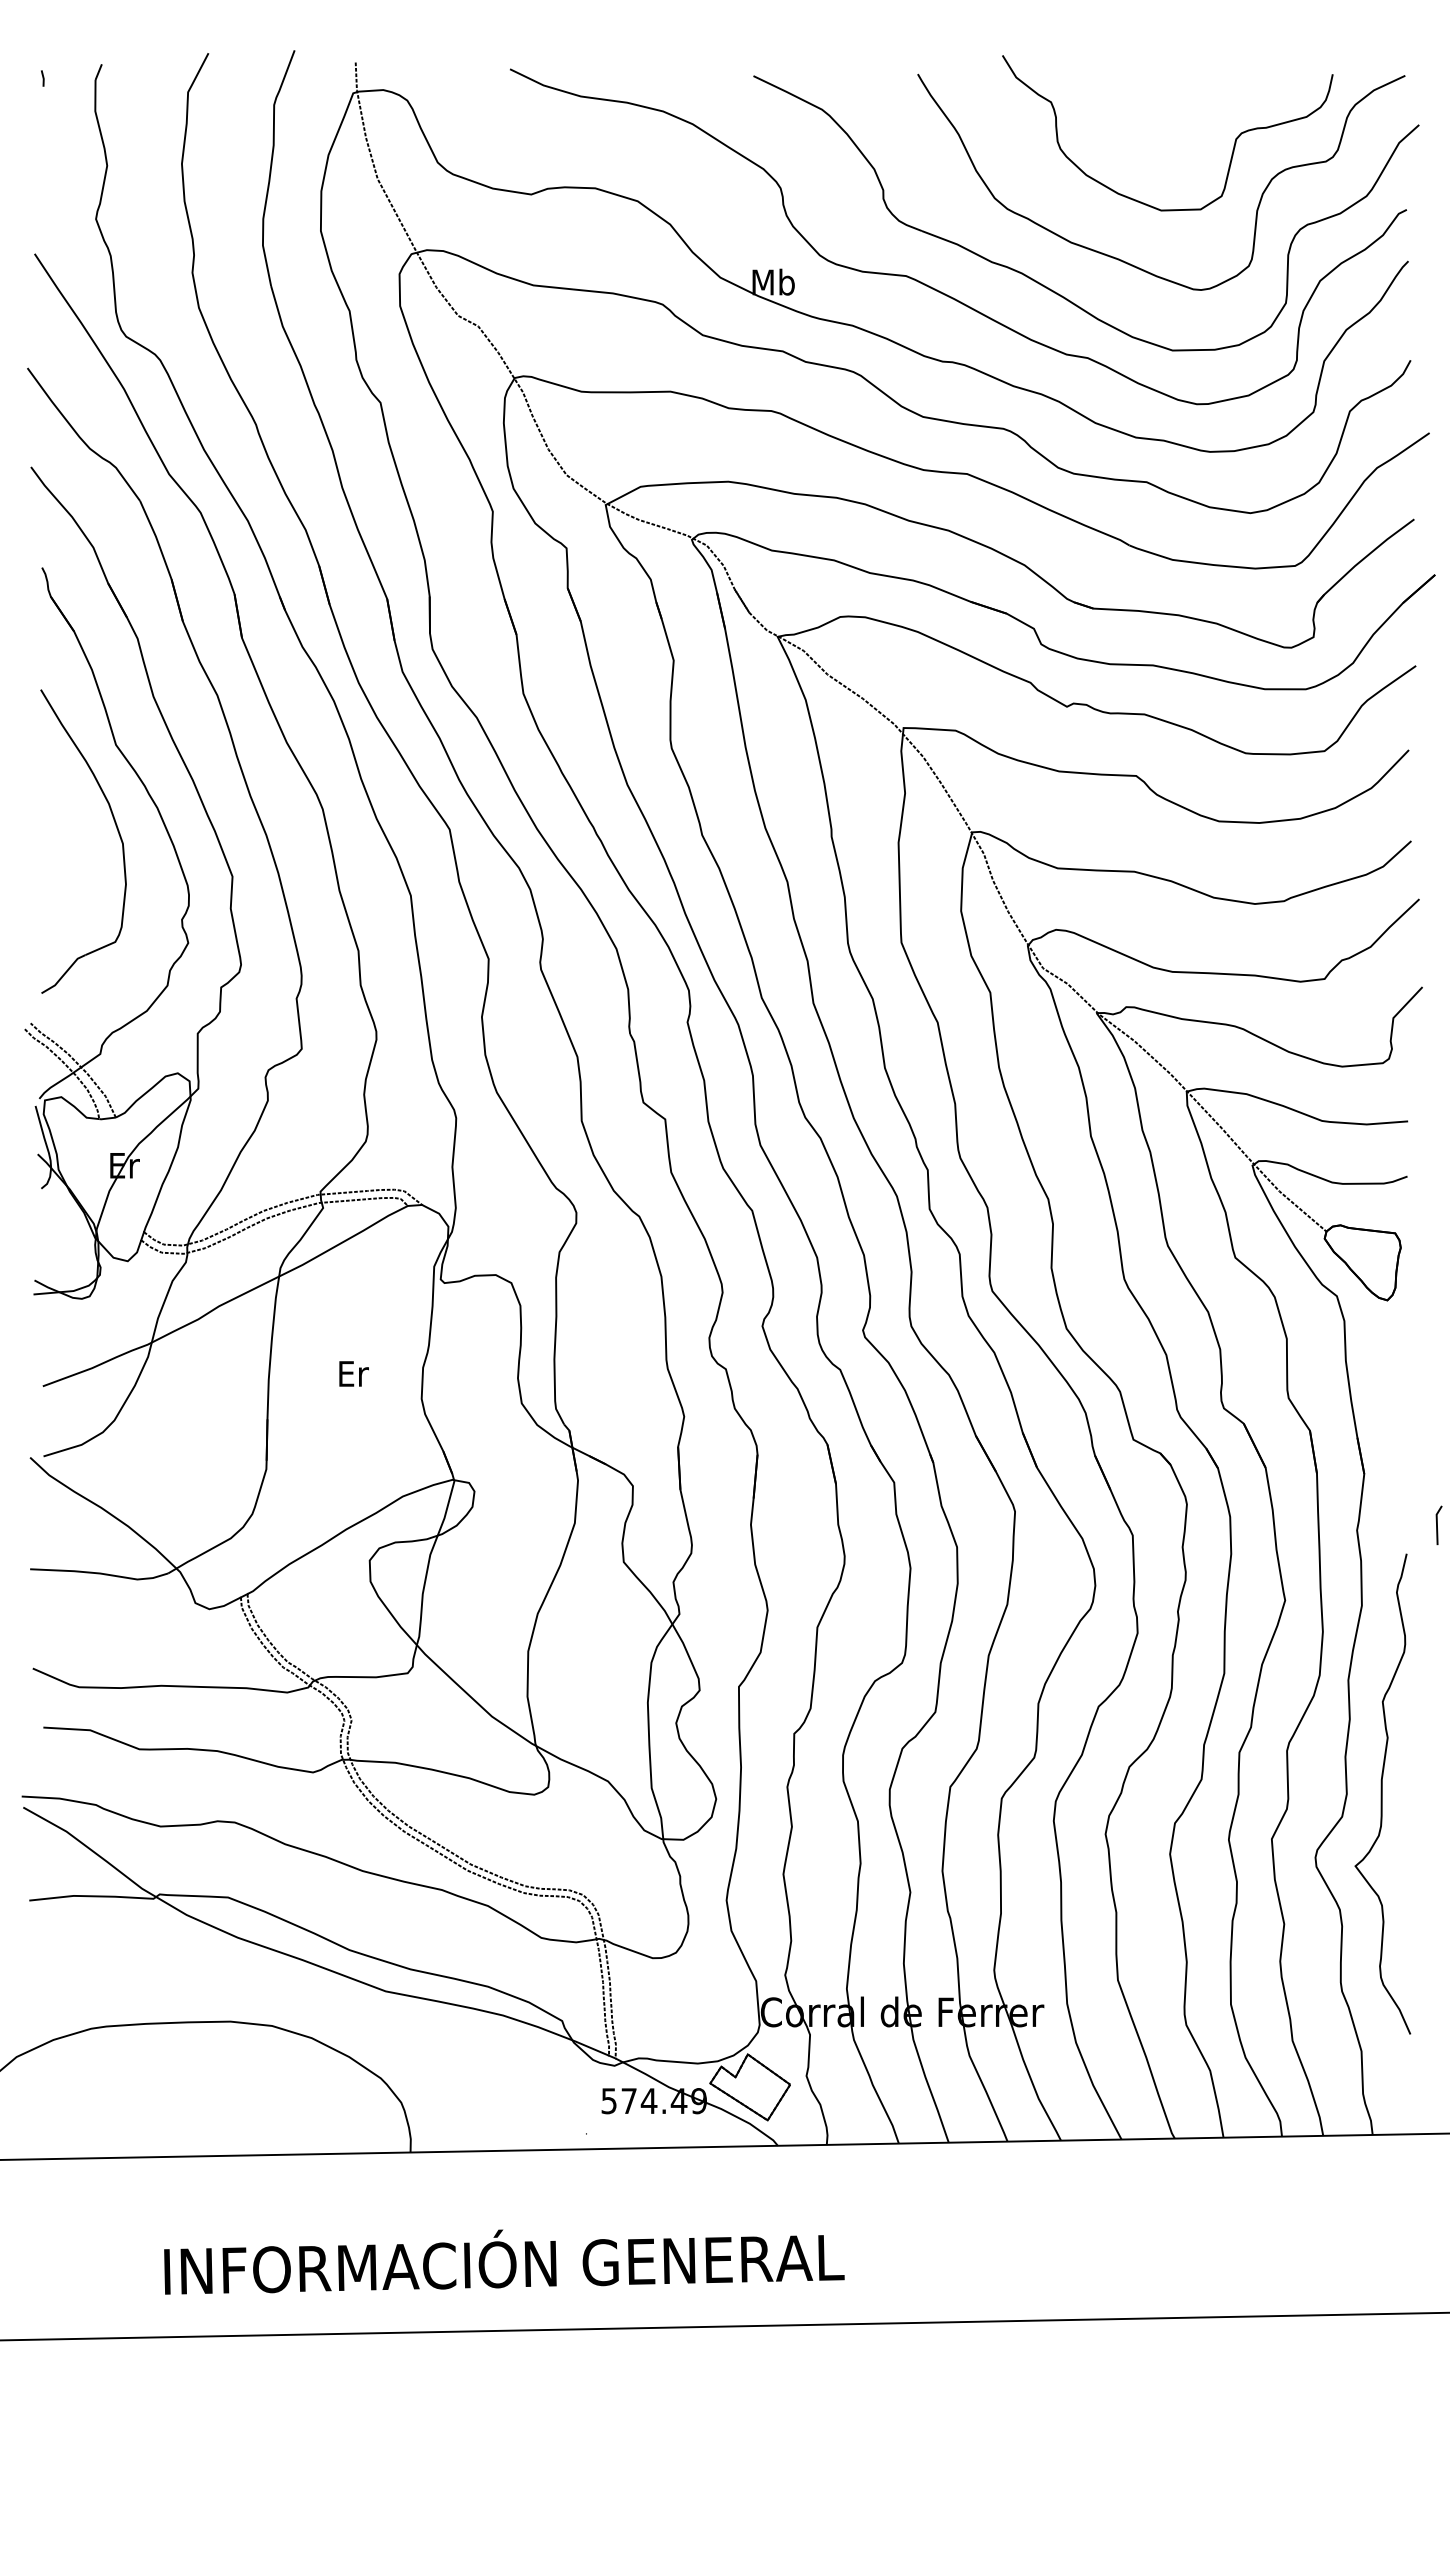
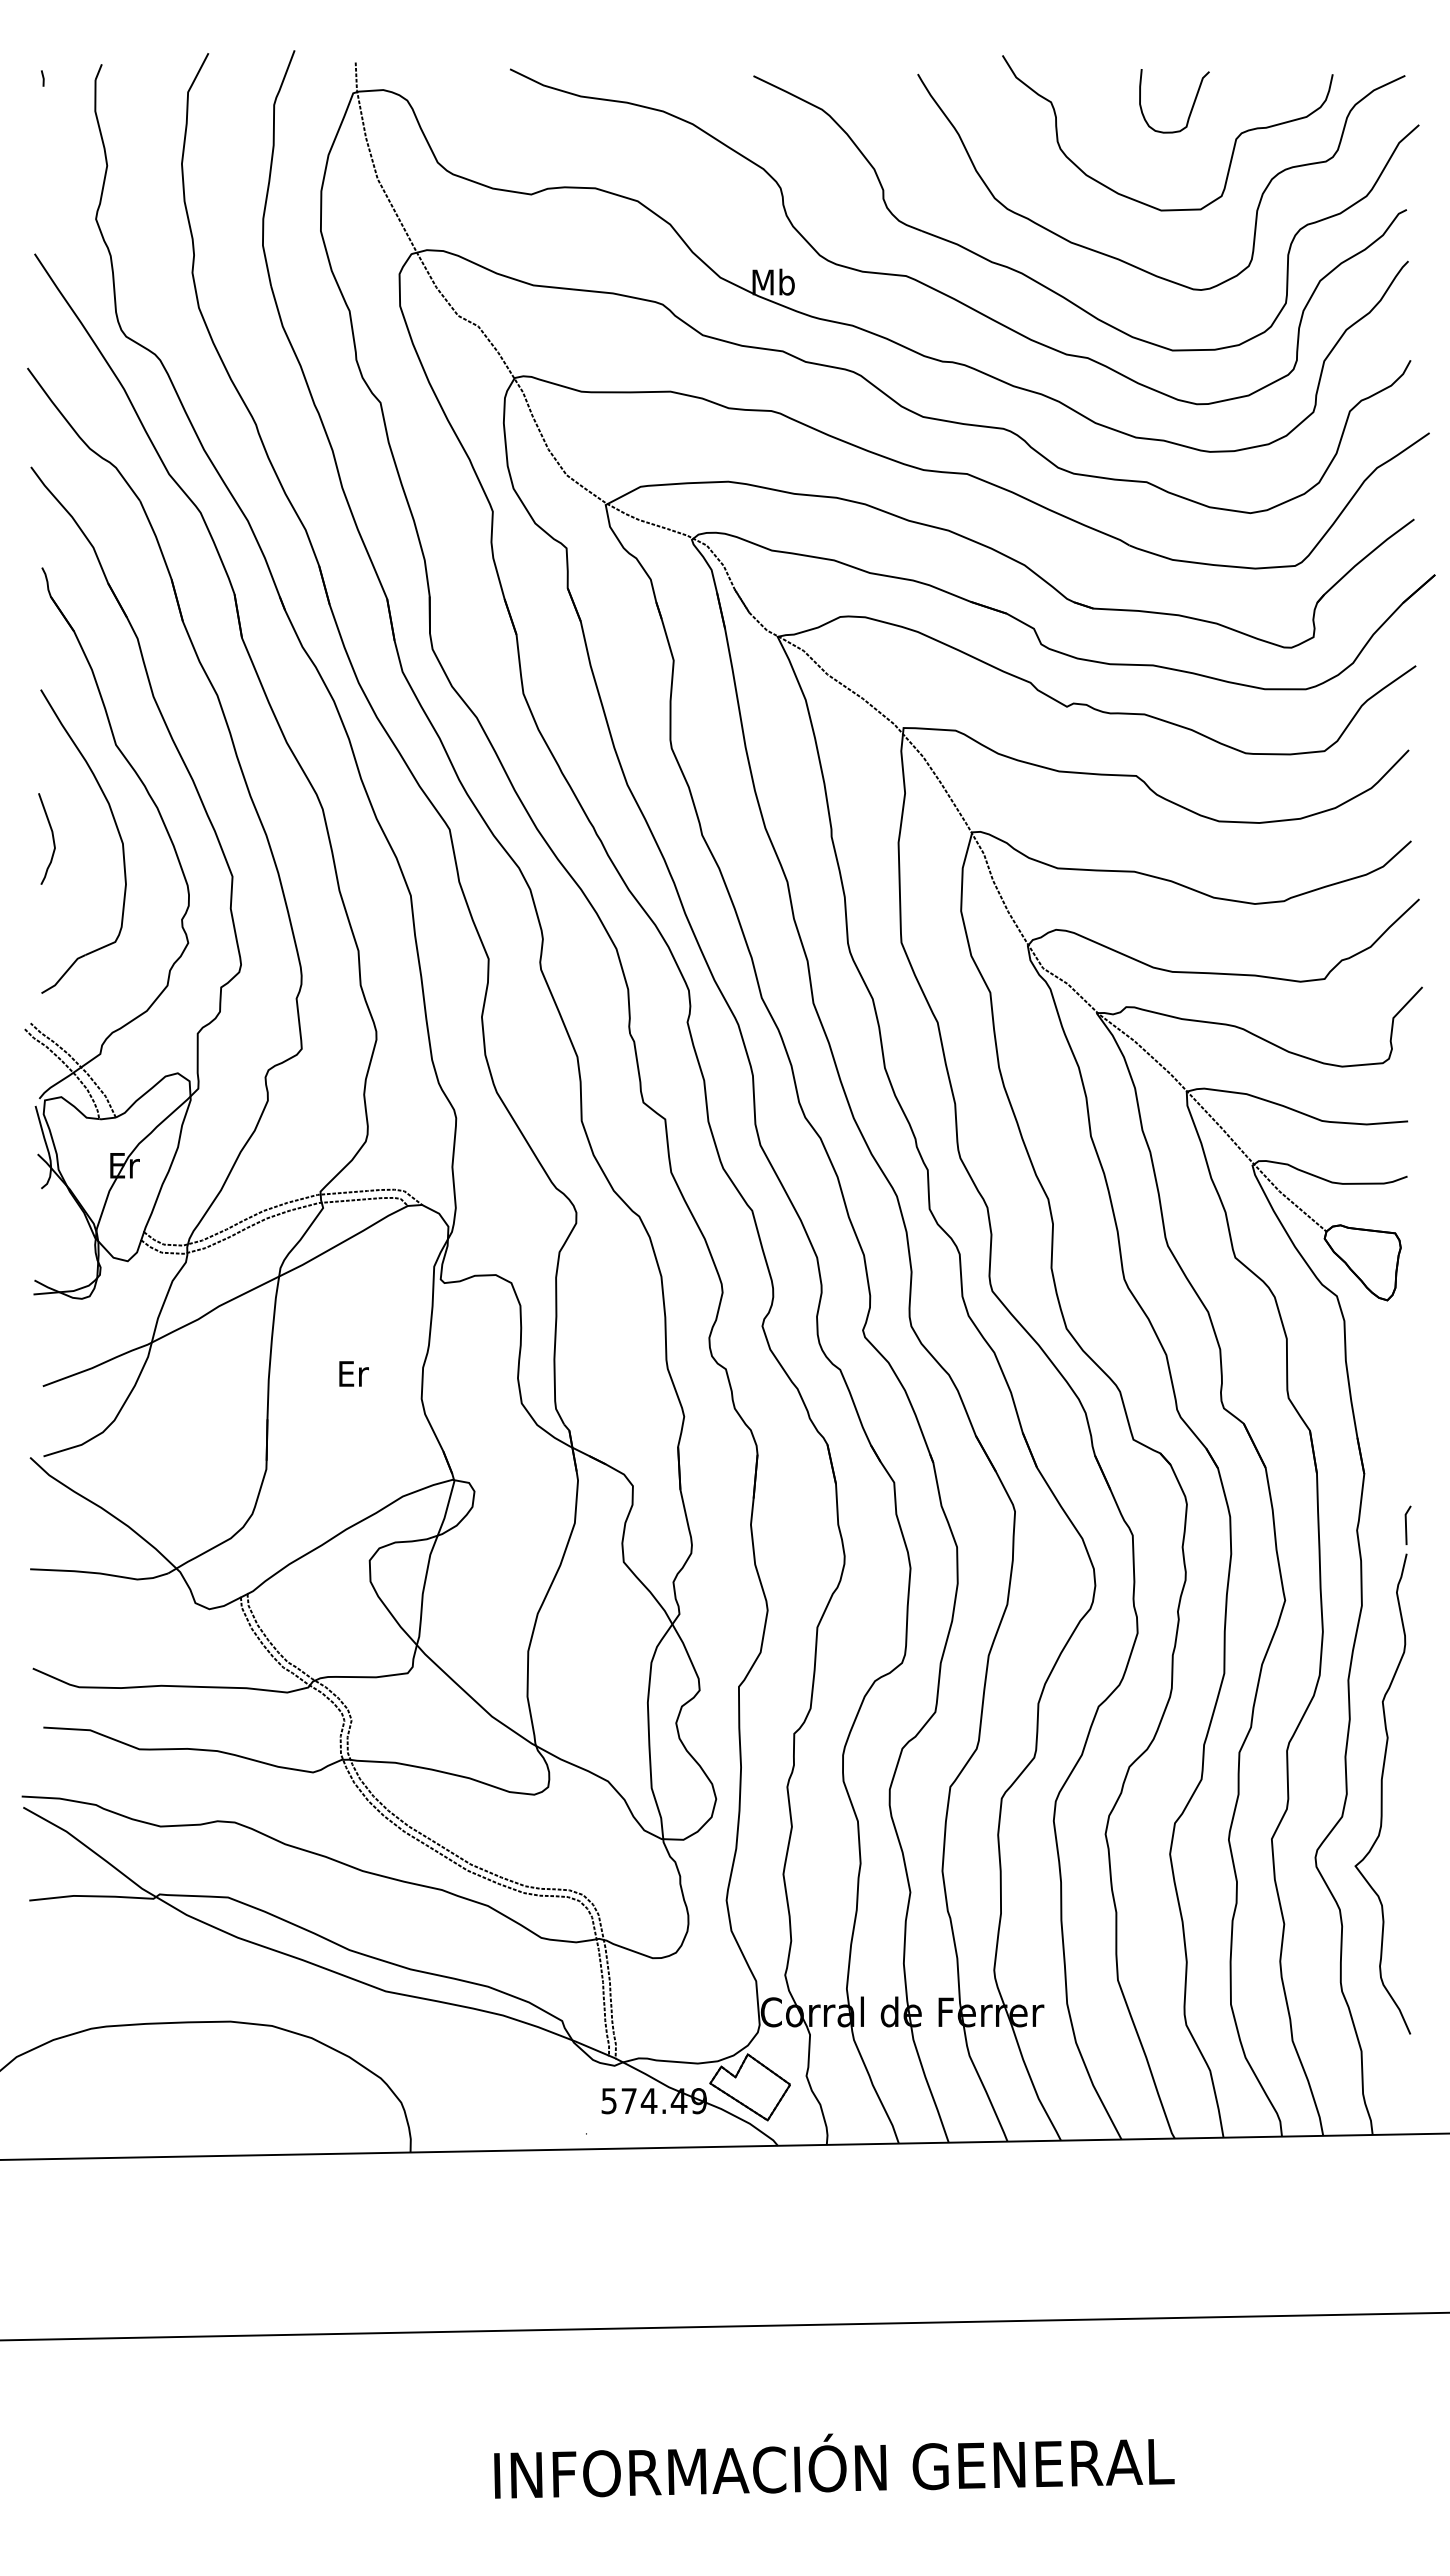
curve at (1191, 107): none -> present
curve at (52, 838): none -> present
line at (1437, 1525) position: (1437, 1525) -> (1406, 1525)
text at (504, 2261) position: (504, 2261) -> (834, 2465)
